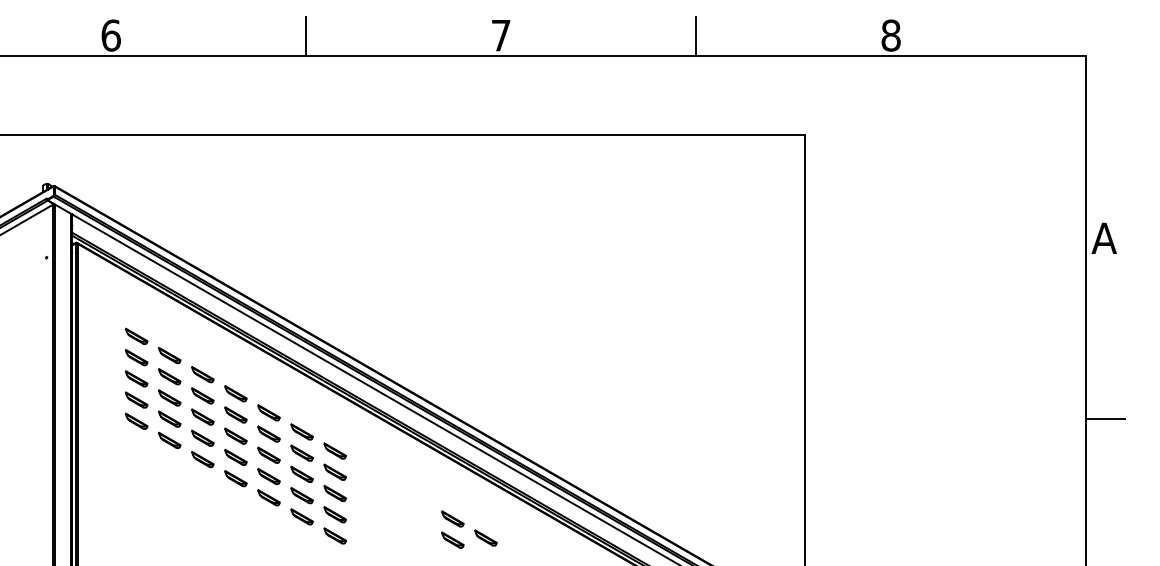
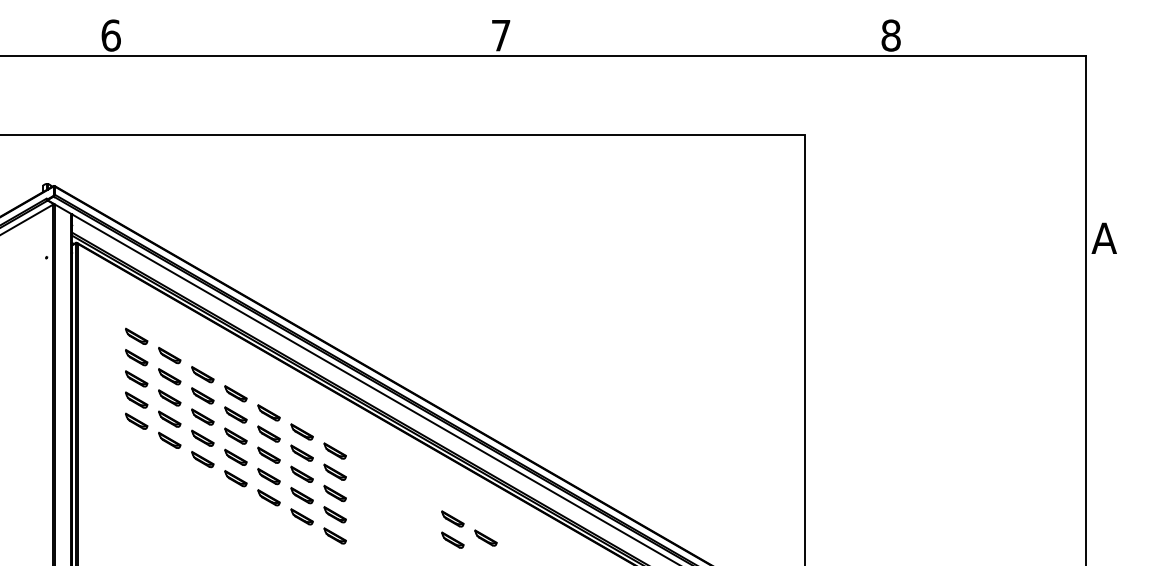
line at (306, 35): present -> none
line at (696, 35): present -> none
line at (1105, 418): present -> none
